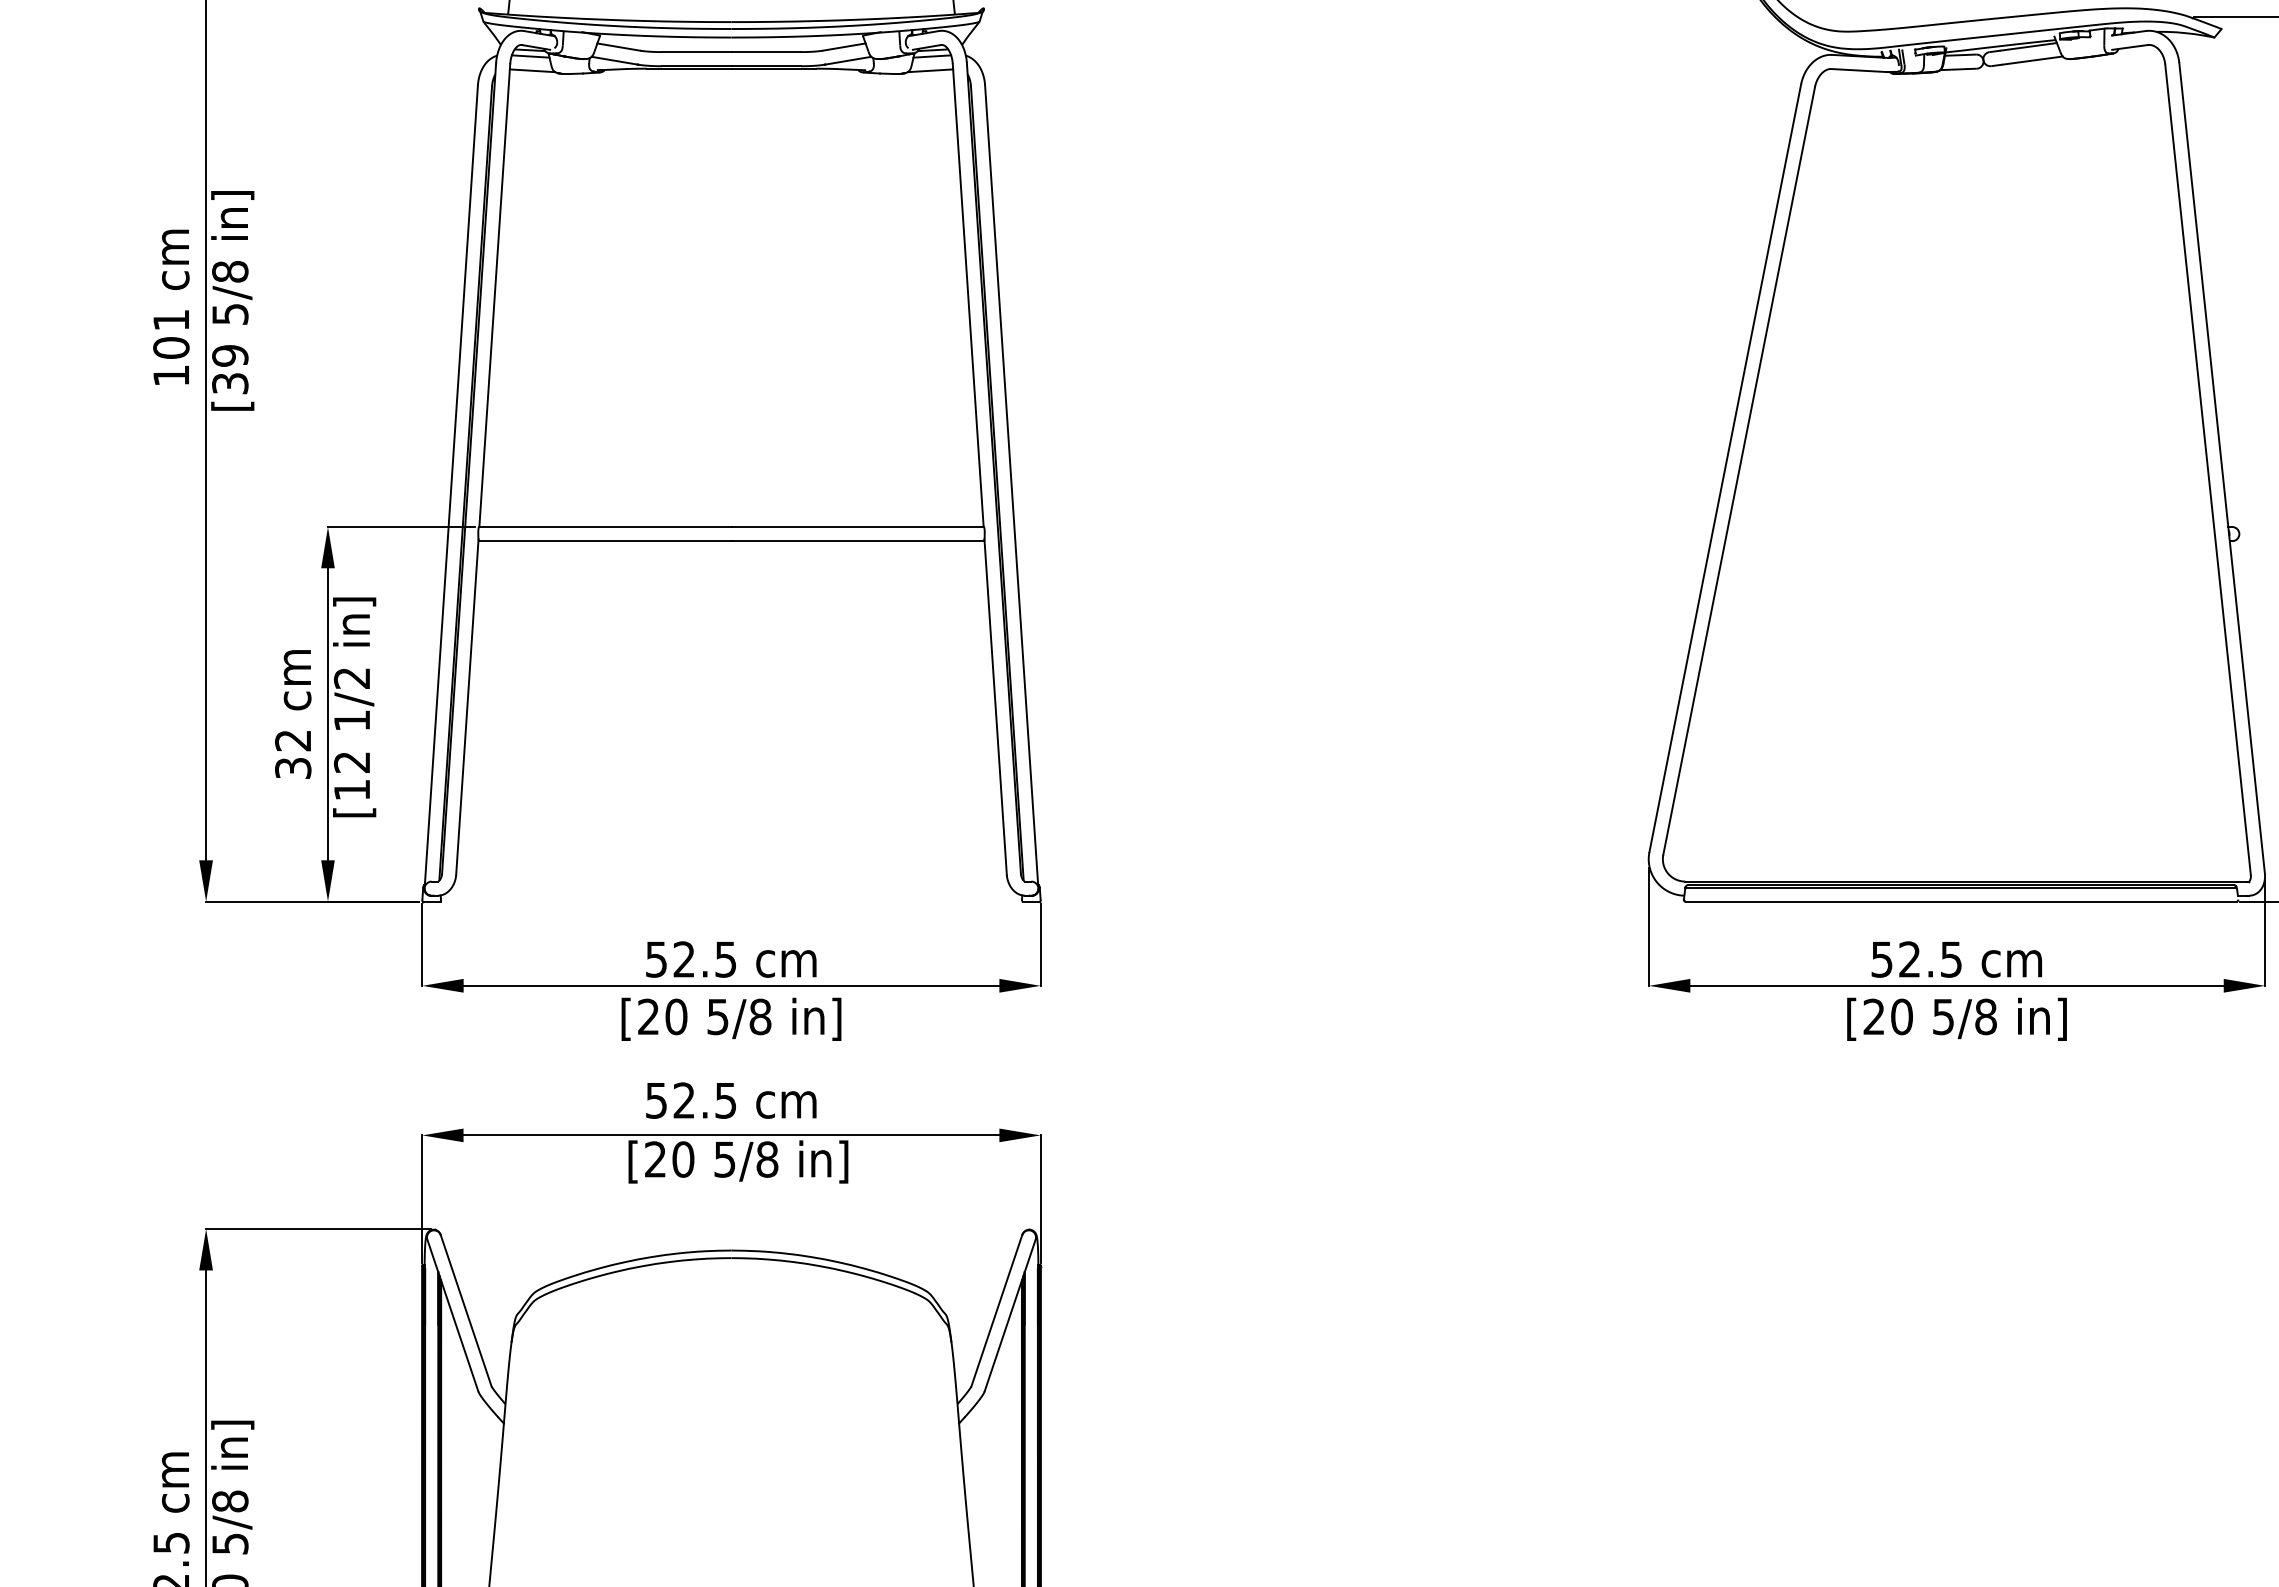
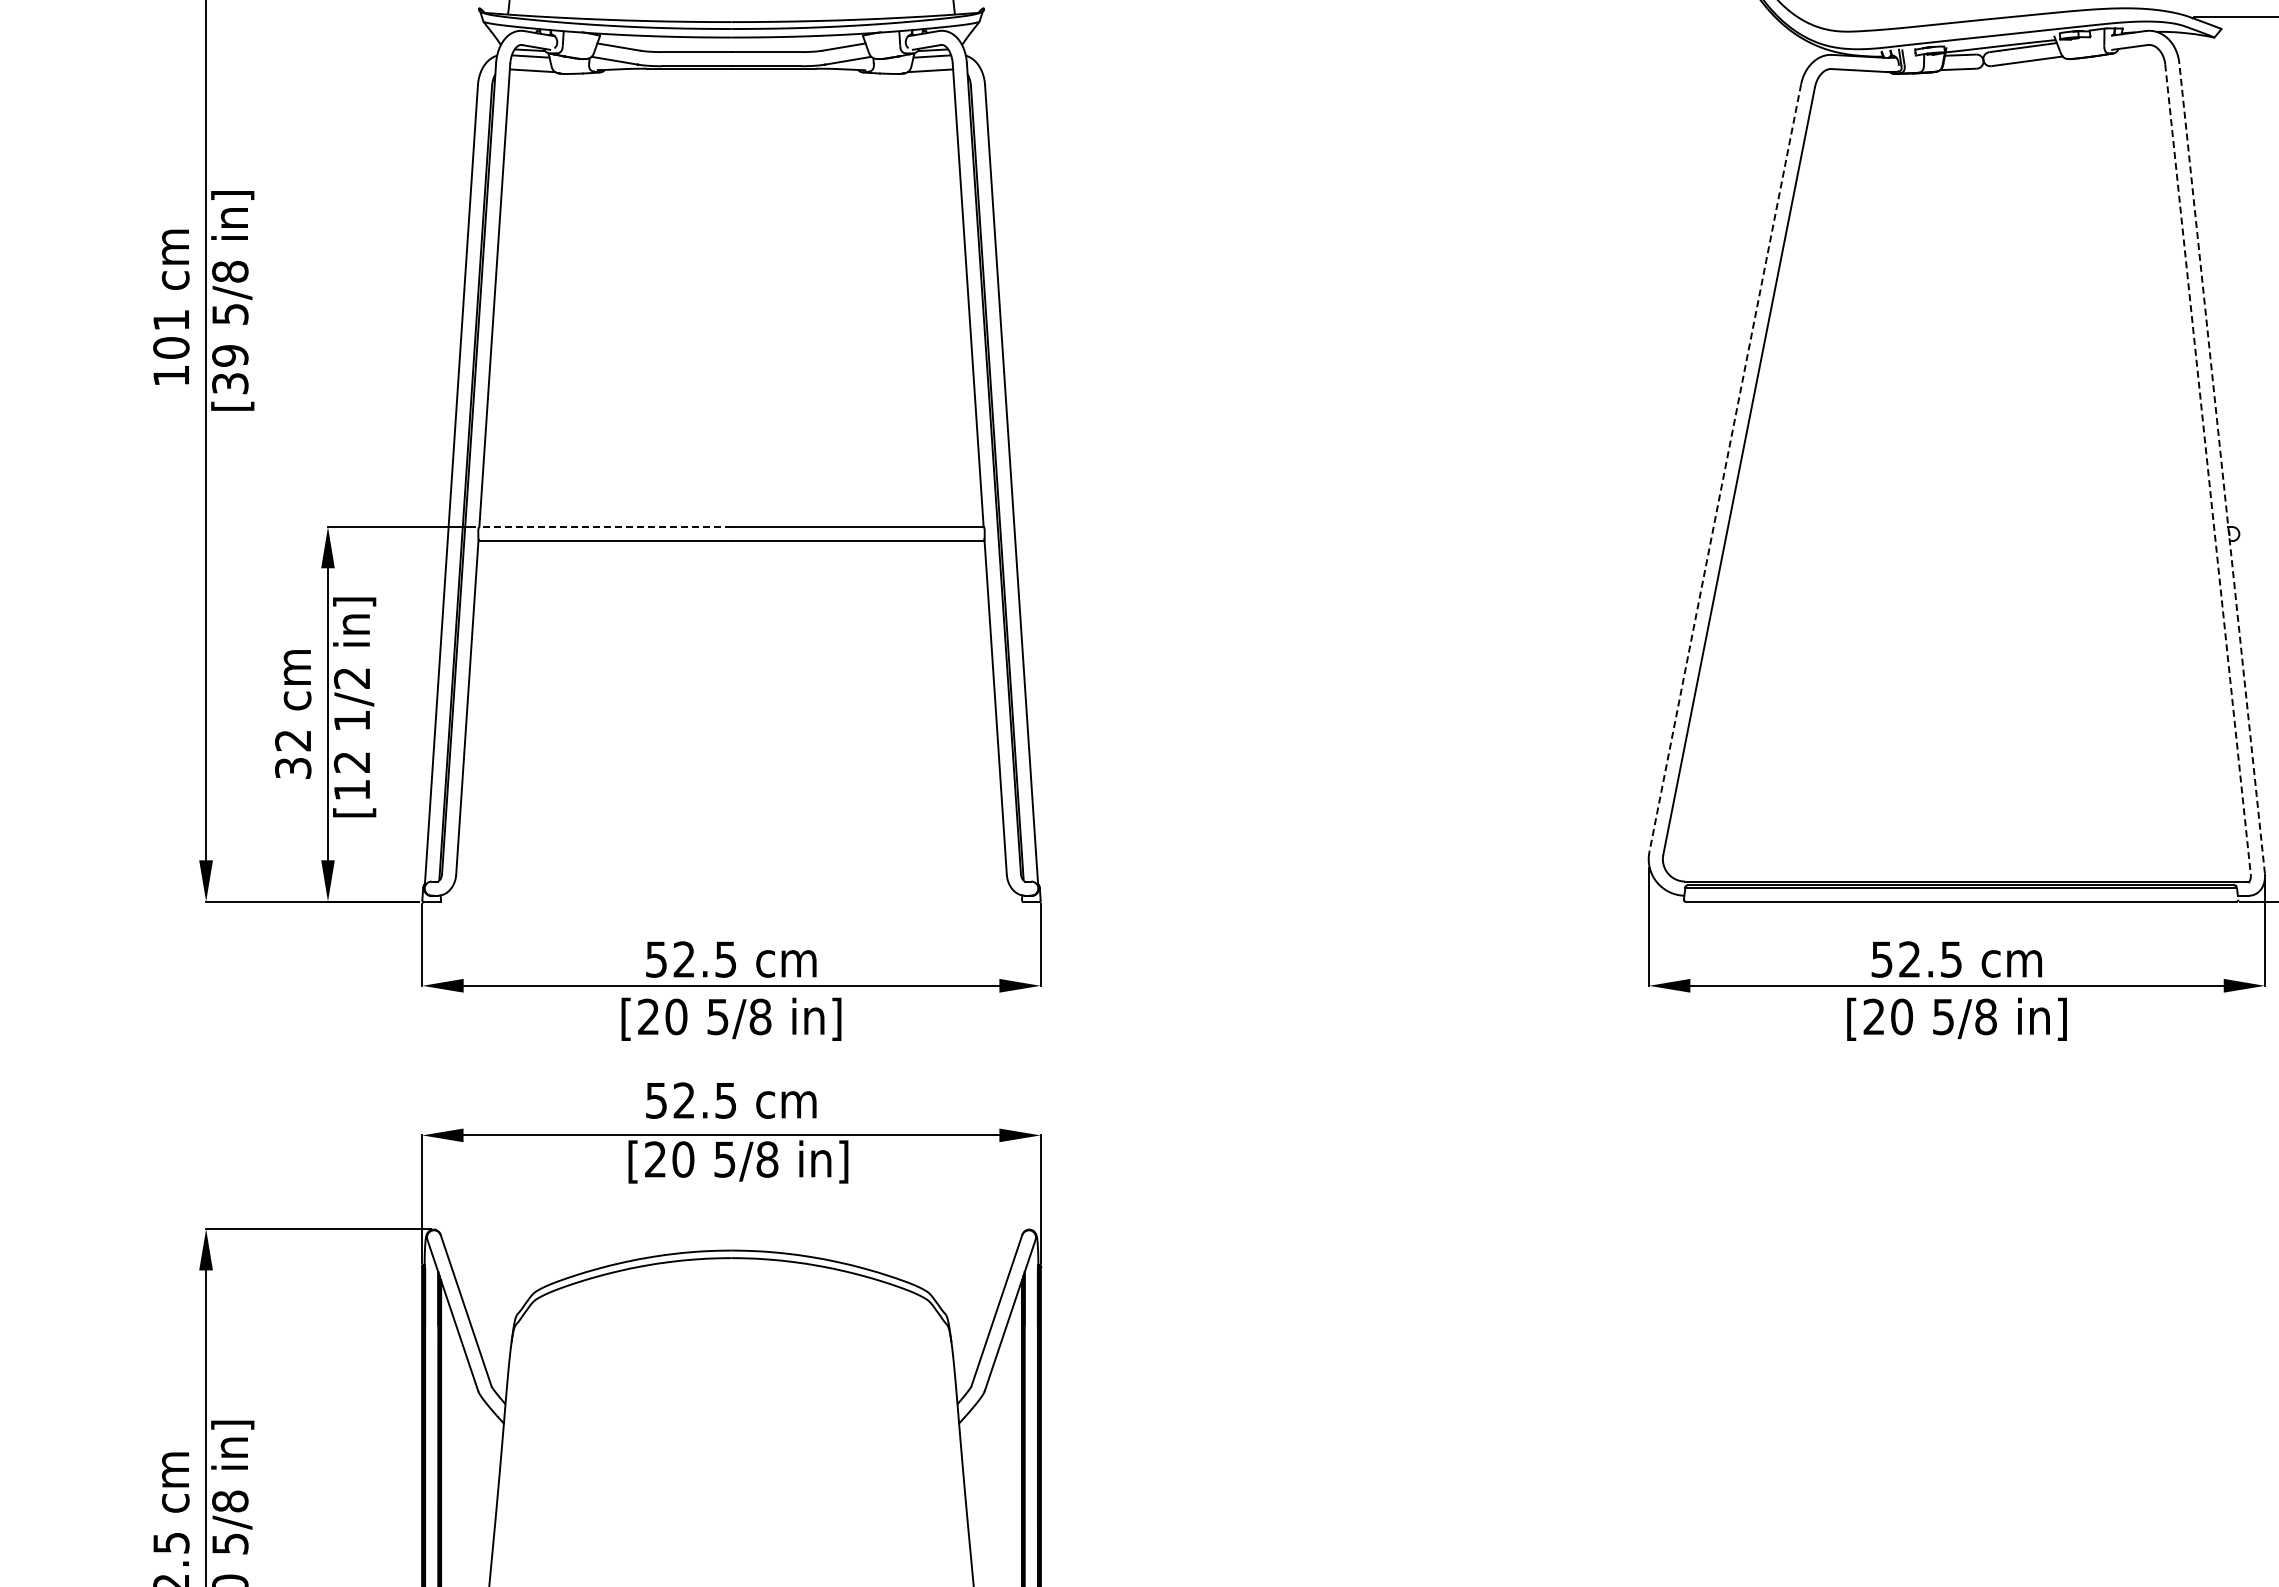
line at (1725, 468): solid -> dashed
line at (2222, 468): solid -> dashed
line at (2208, 469): solid -> dashed
line at (604, 527): solid -> dashed
